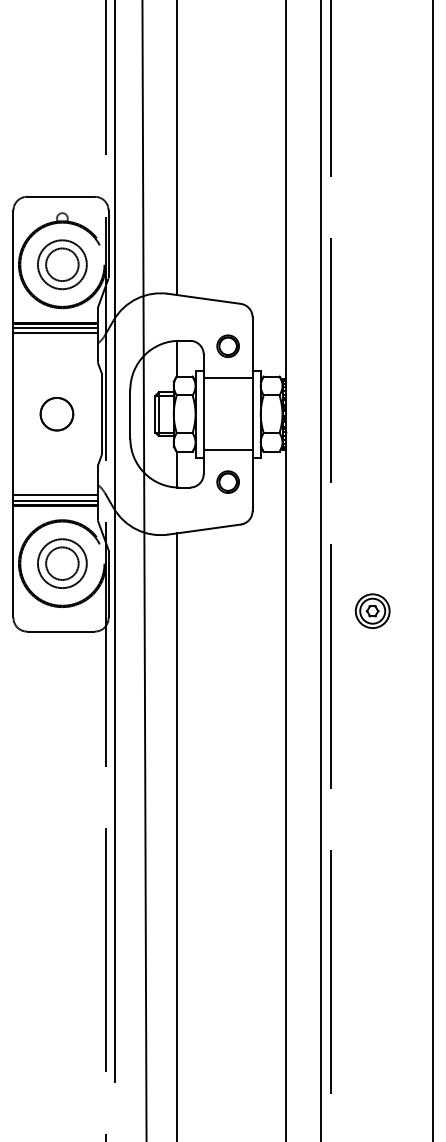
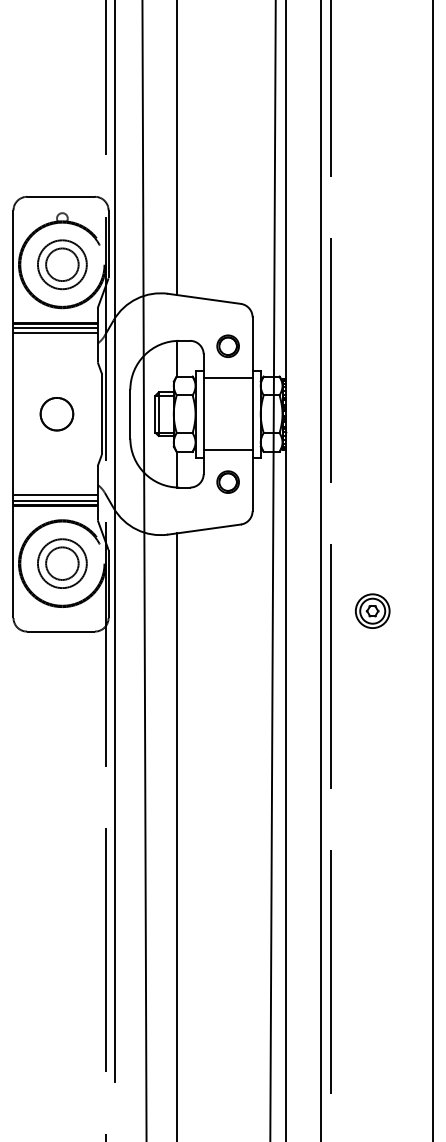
line at (272, 570): none -> present
